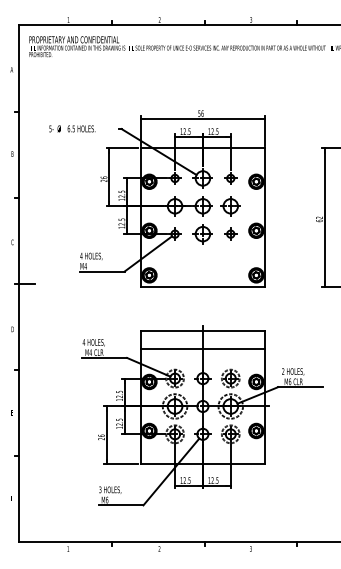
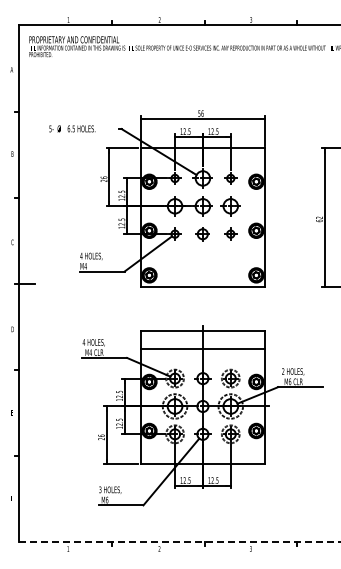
part at (202, 234) size: 21x21 px -> 15x15 px
line at (180, 542): solid -> dashed
